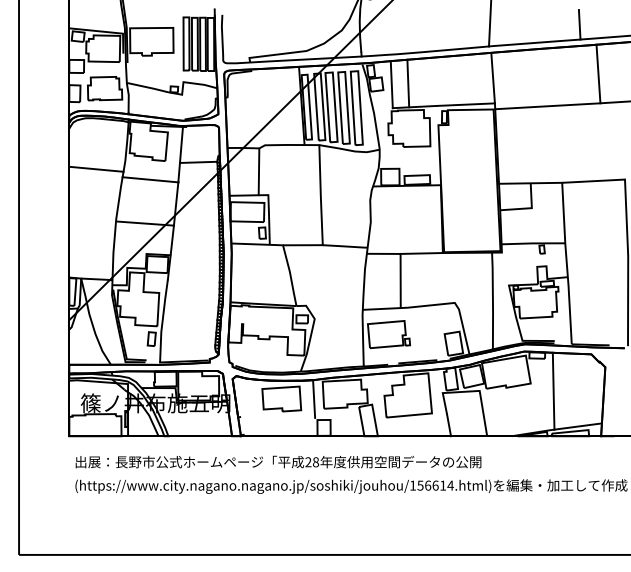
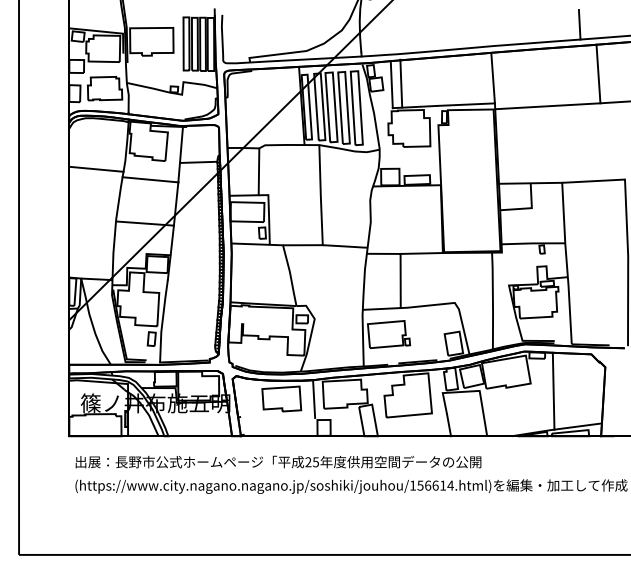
line at (489, 24): present -> none
line at (408, 83) position: (408, 83) -> (401, 83)
text at (315, 462): 28 -> 25
